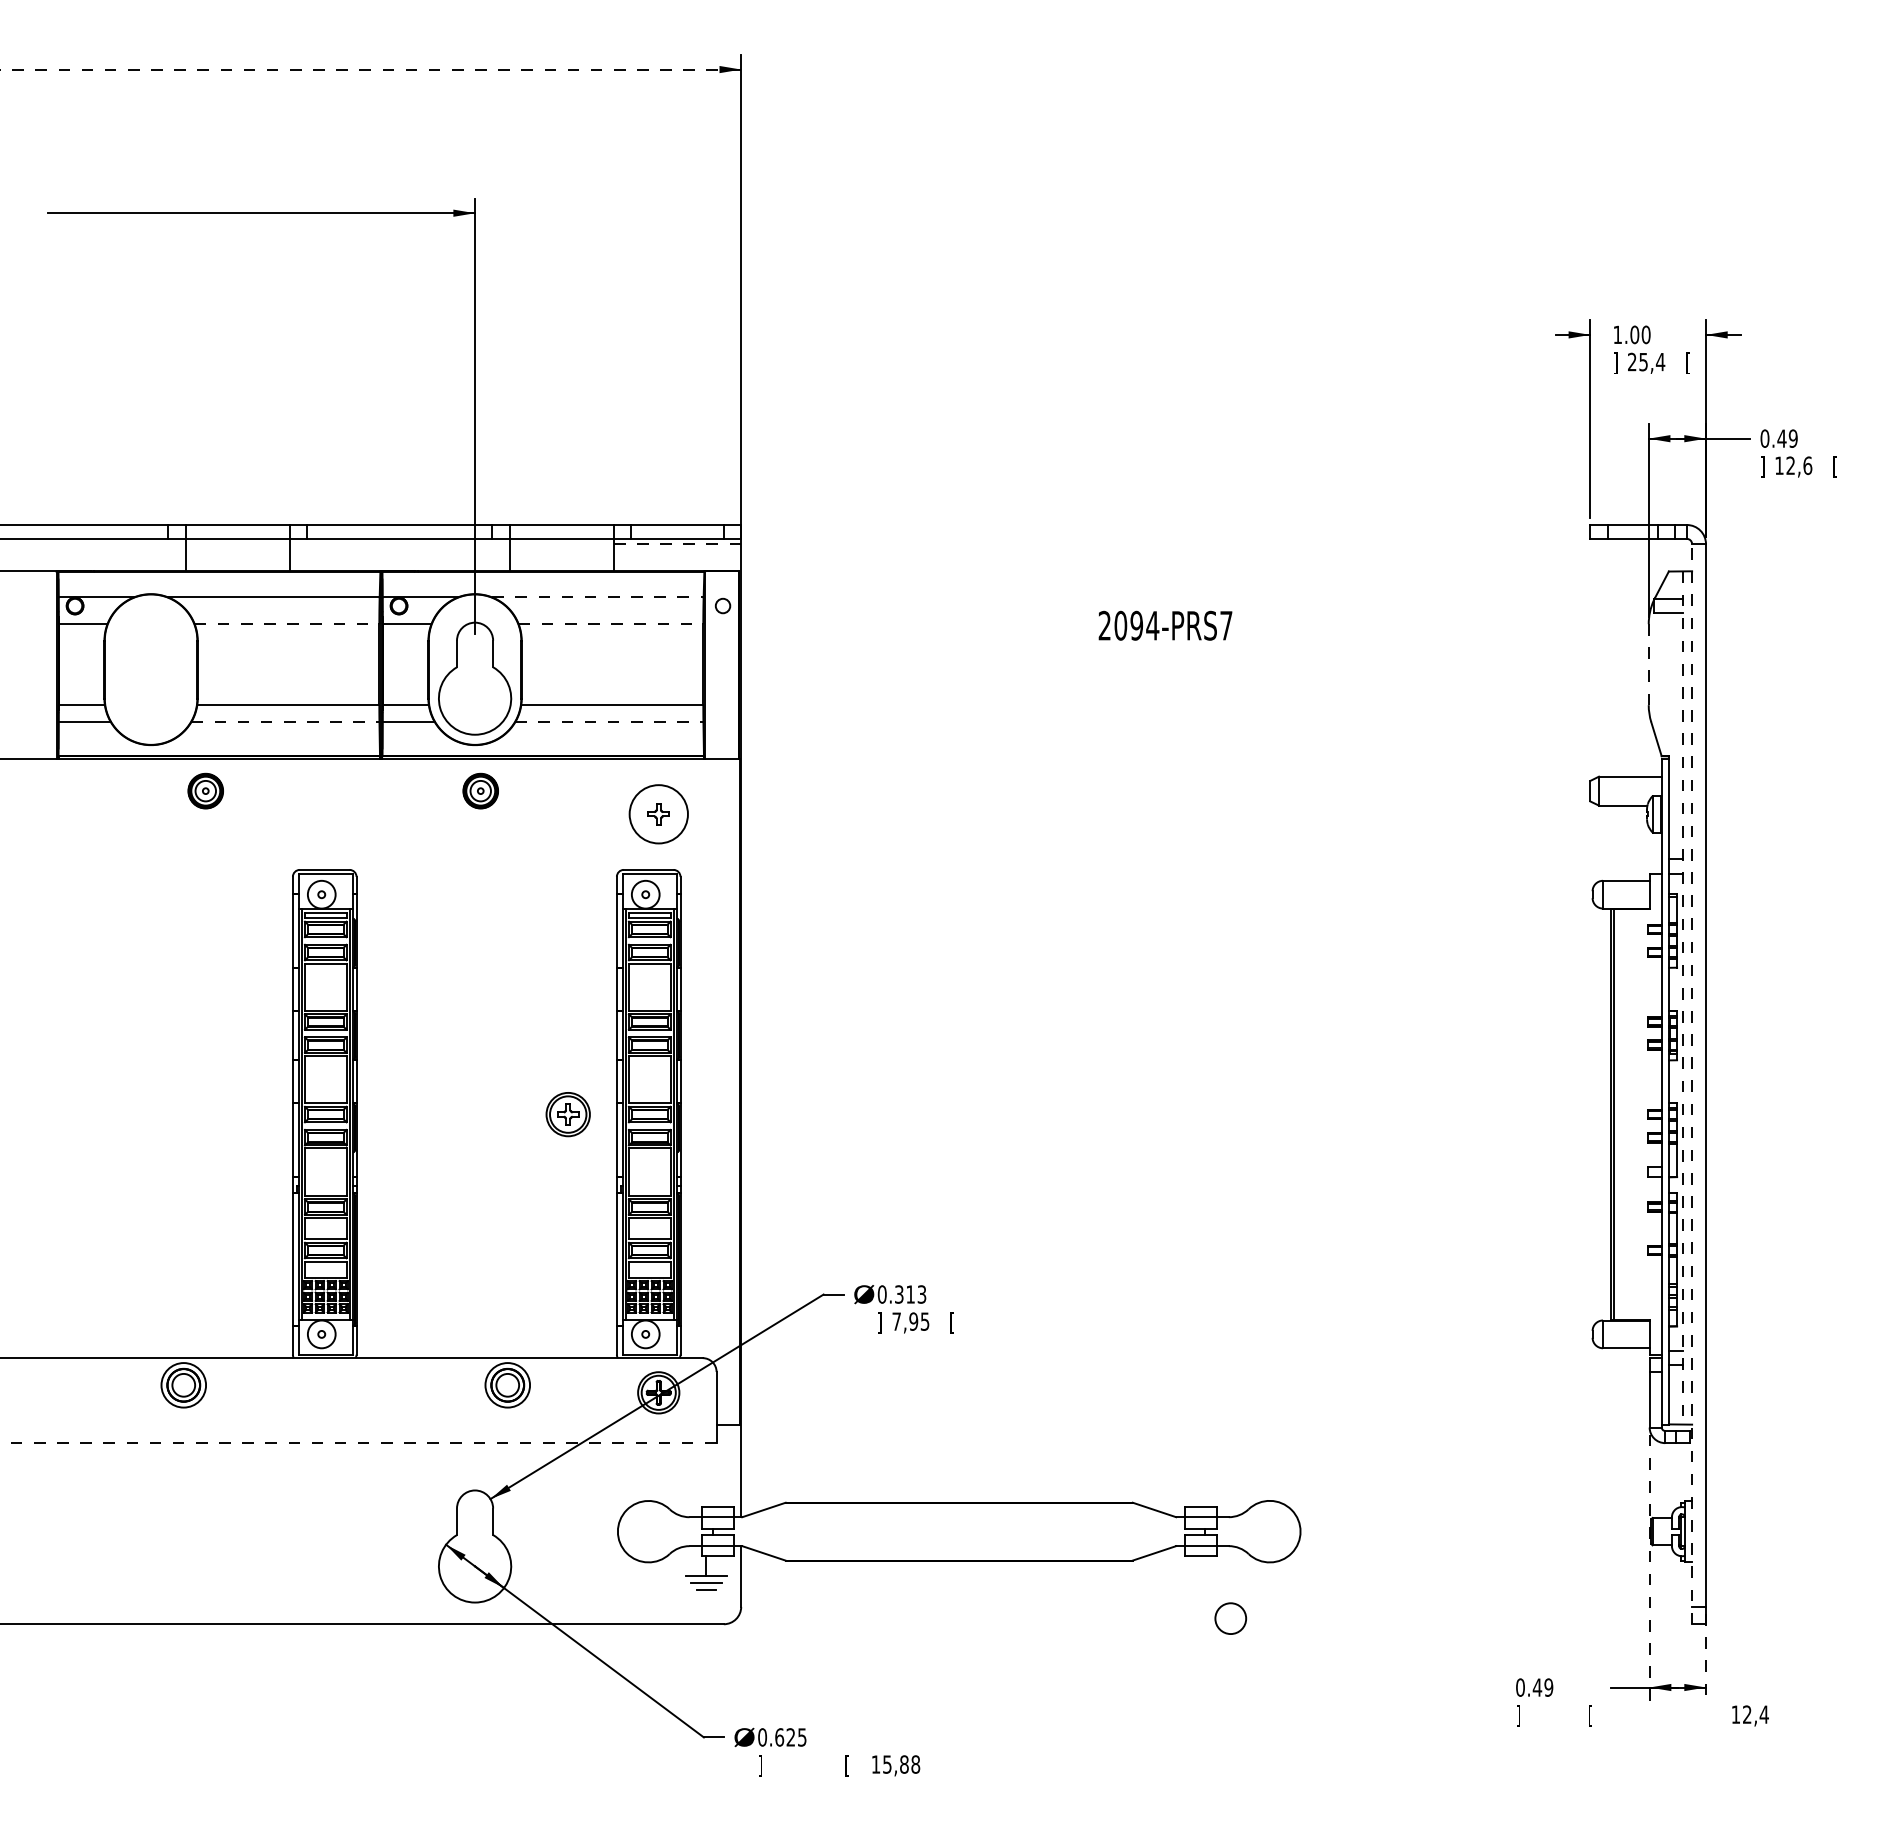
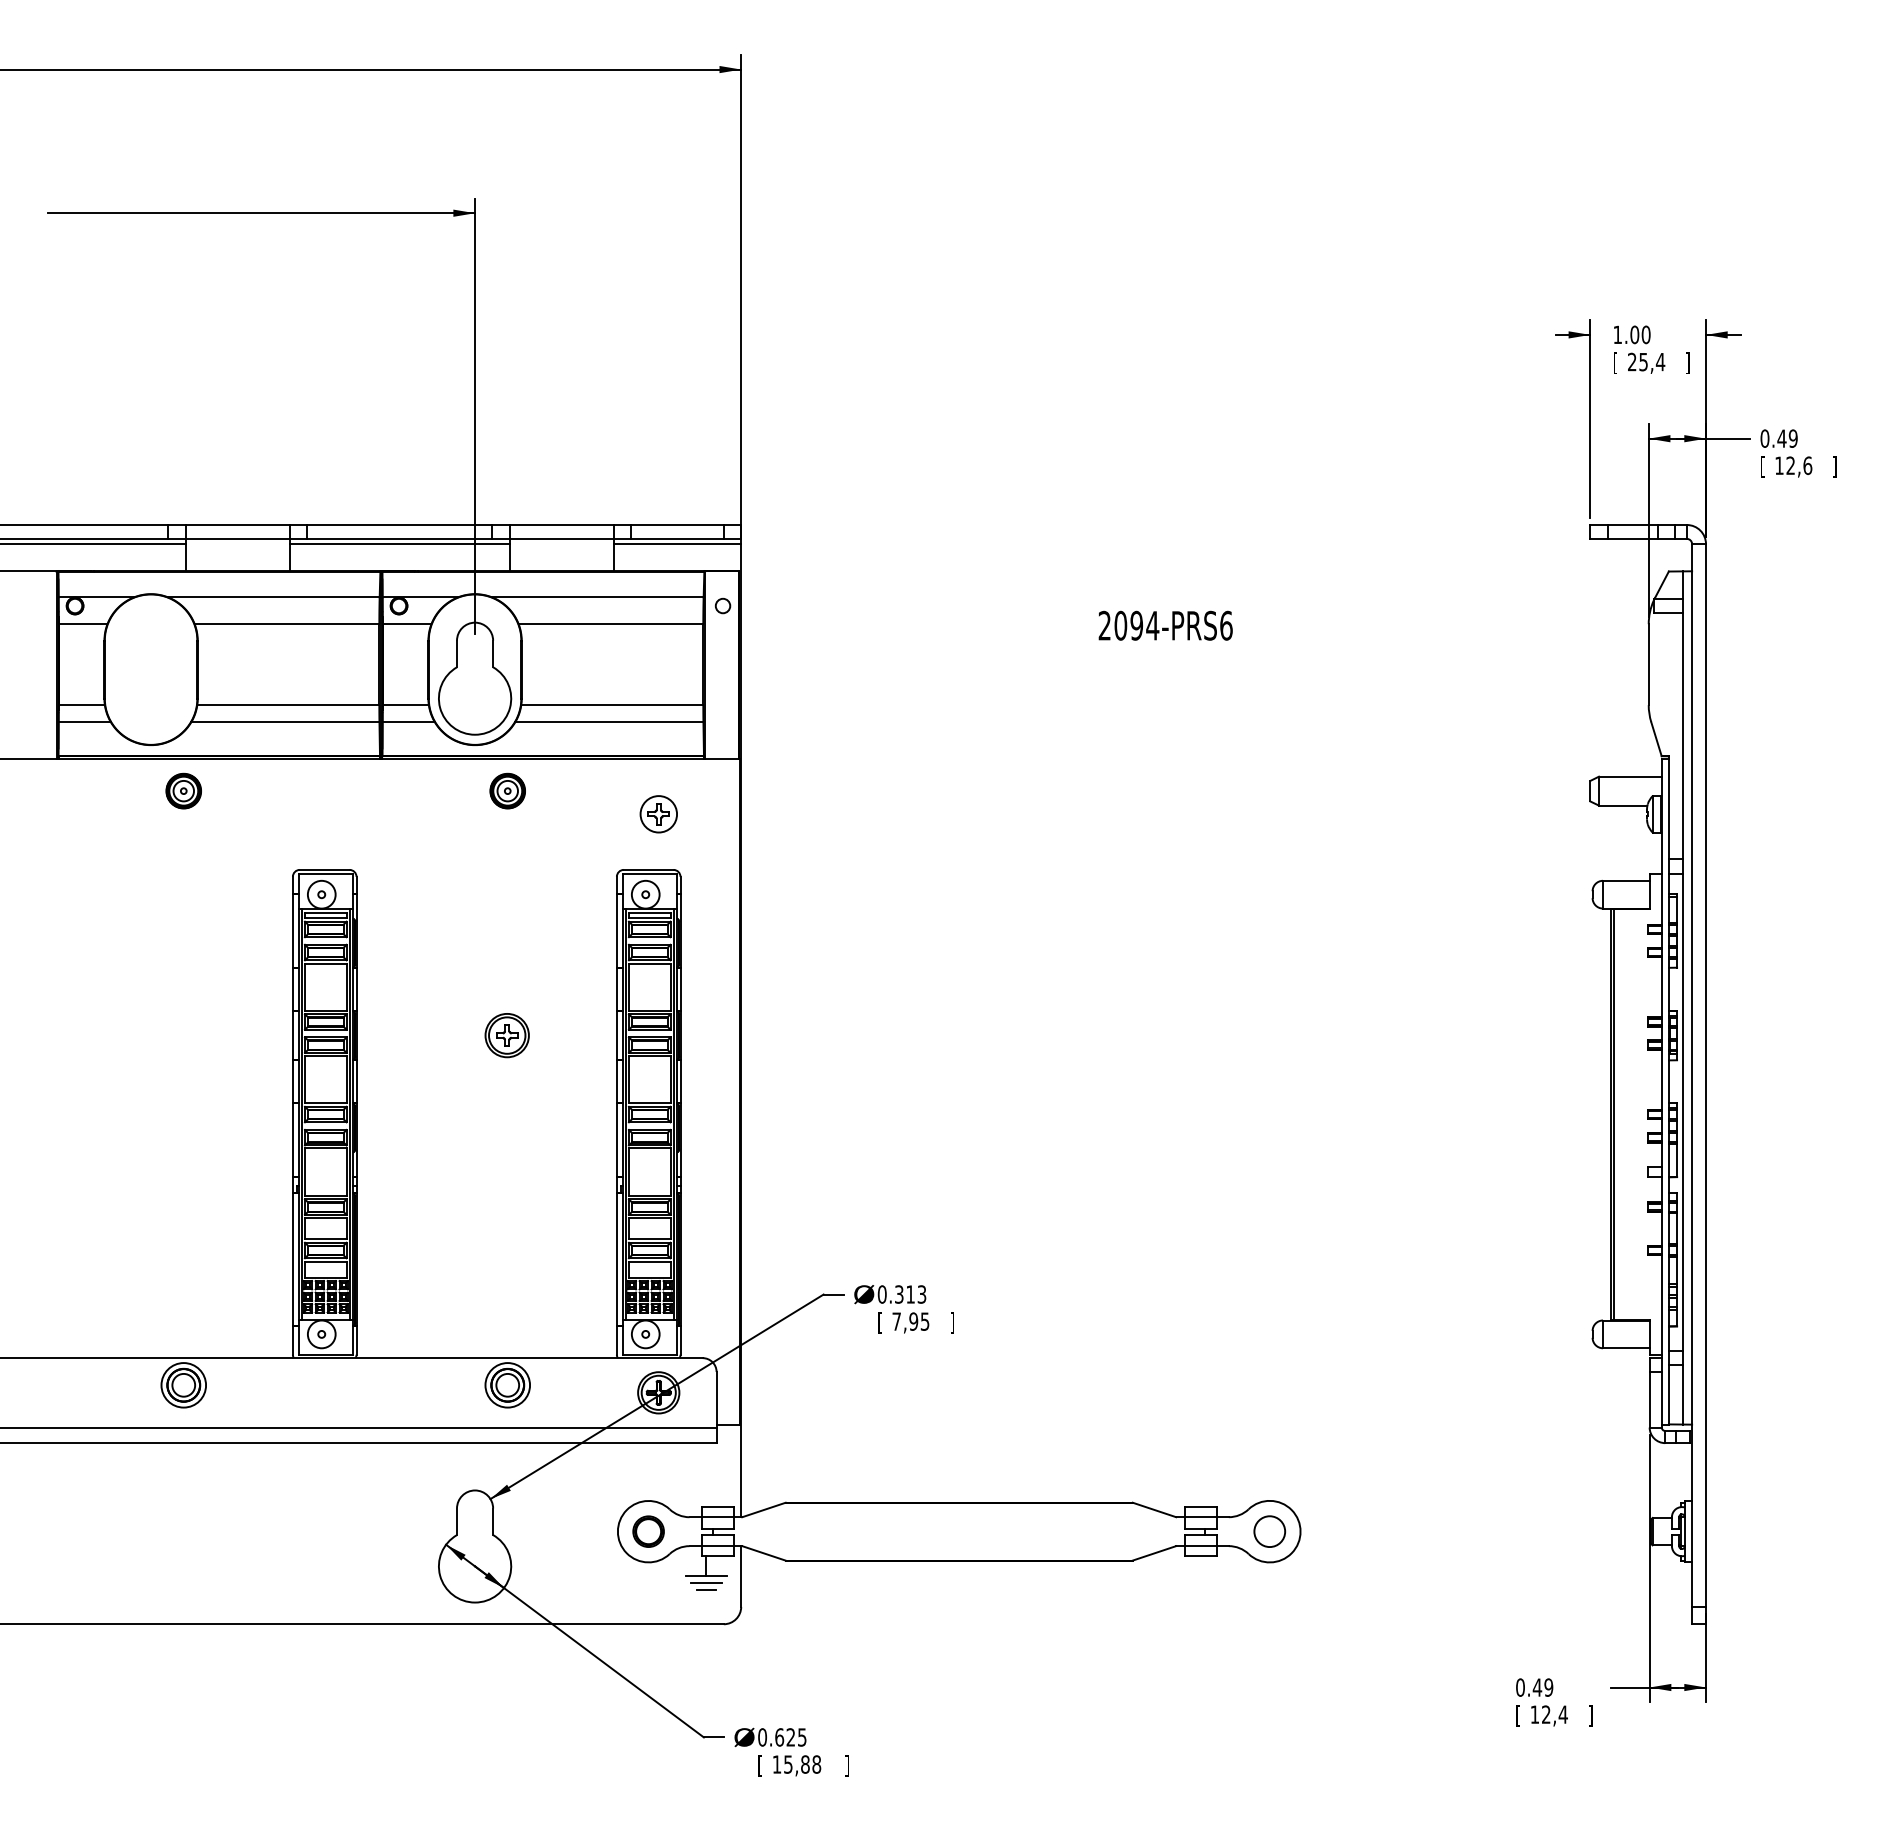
line at (370, 69): dashed -> solid
text at (1615, 362): ] -> [
text at (1687, 363): [ -> ]
text at (1762, 466): ] -> [
text at (1834, 466): [ -> ]
line at (93, 544): none -> present
line at (399, 544): none -> present
line at (677, 544): dashed -> solid
line at (597, 597): dashed -> solid
line at (287, 624): dashed -> solid
line at (611, 624): dashed -> solid
text at (1226, 625): 2094-PRS7 -> 2094-PRS6
line at (1648, 664): dashed -> solid
line at (285, 722): dashed -> solid
line at (609, 722): dashed -> solid
part at (205, 790) position: (205, 790) -> (183, 790)
part at (480, 790) position: (480, 790) -> (507, 790)
circle at (658, 814) diameter: 58 px -> 36 px
line at (1682, 997): dashed -> solid
line at (1692, 1083): dashed -> solid
part at (567, 1114) position: (567, 1114) -> (506, 1035)
text at (879, 1322): ] -> [
text at (951, 1322): [ -> ]
line at (359, 1427): none -> present
line at (358, 1443): dashed -> solid
part at (648, 1531): none -> present
line at (1649, 1568): dashed -> solid
circle at (1230, 1618) position: (1230, 1618) -> (1269, 1531)
line at (1706, 1658): dashed -> solid
text at (1517, 1715): ] -> [
text at (1590, 1715): [ -> ]
text at (1750, 1715) position: (1750, 1715) -> (1549, 1715)
text at (759, 1765): ] -> [
text at (846, 1765): [ -> ]
text at (896, 1765) position: (896, 1765) -> (797, 1765)
